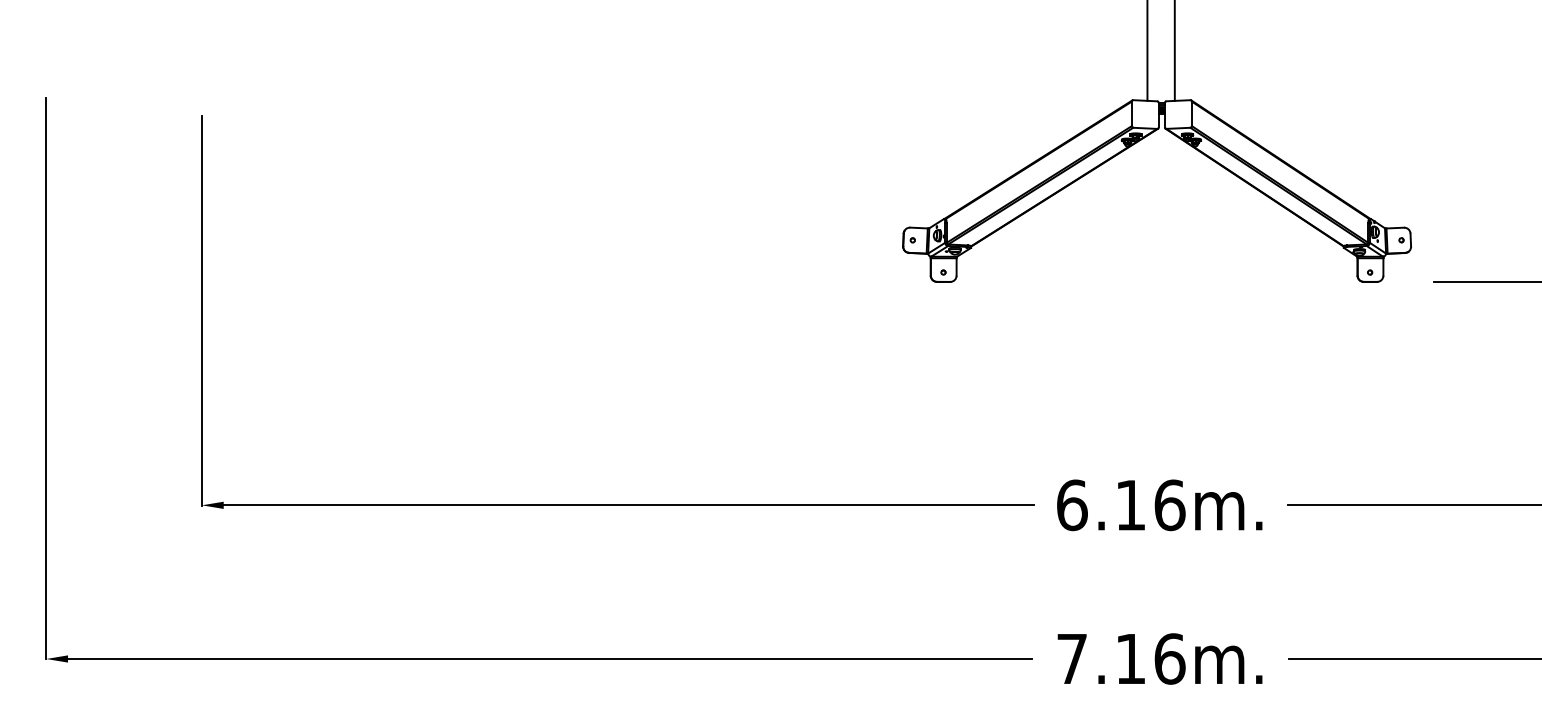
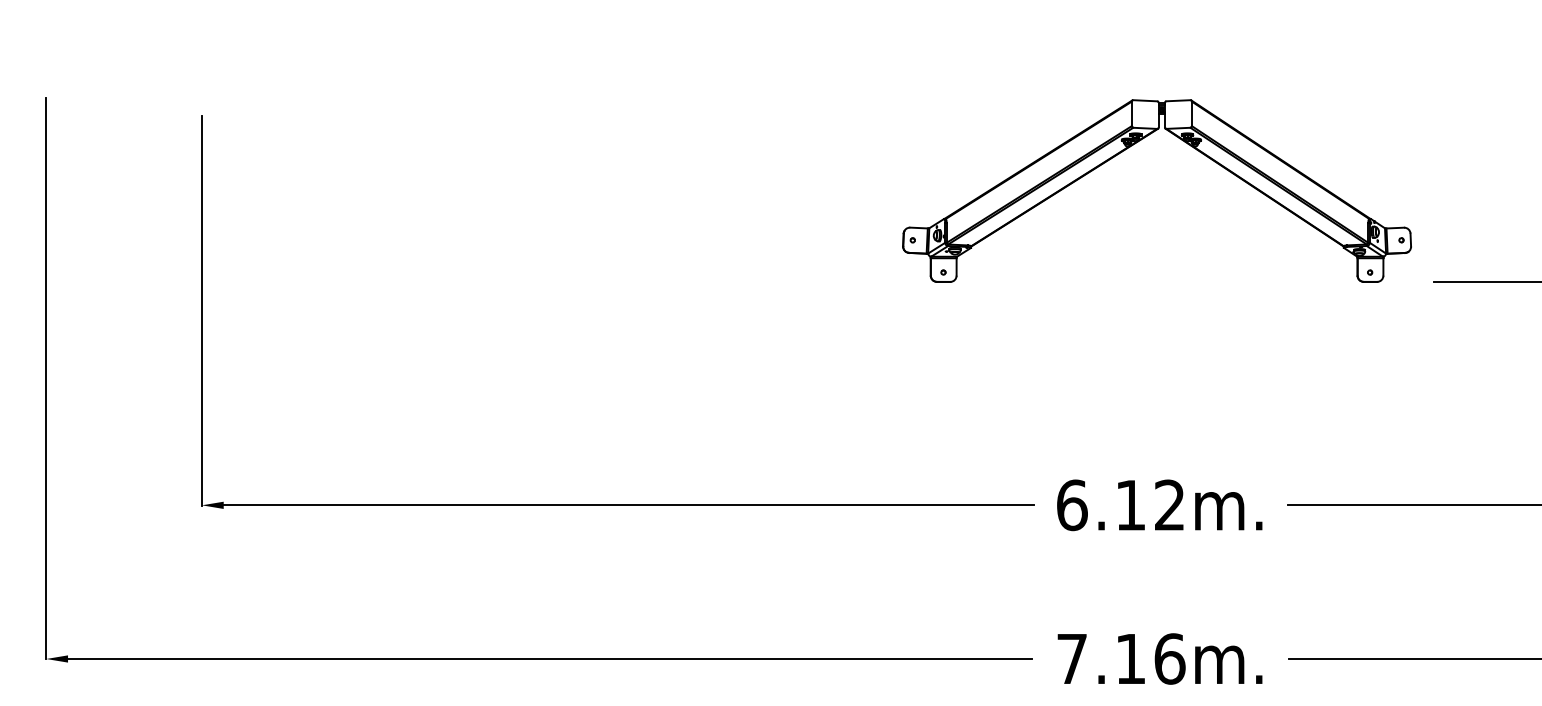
line at (1147, 51): present -> none
line at (1174, 51): present -> none
text at (1169, 505): 6.16m. -> 6.12m.
